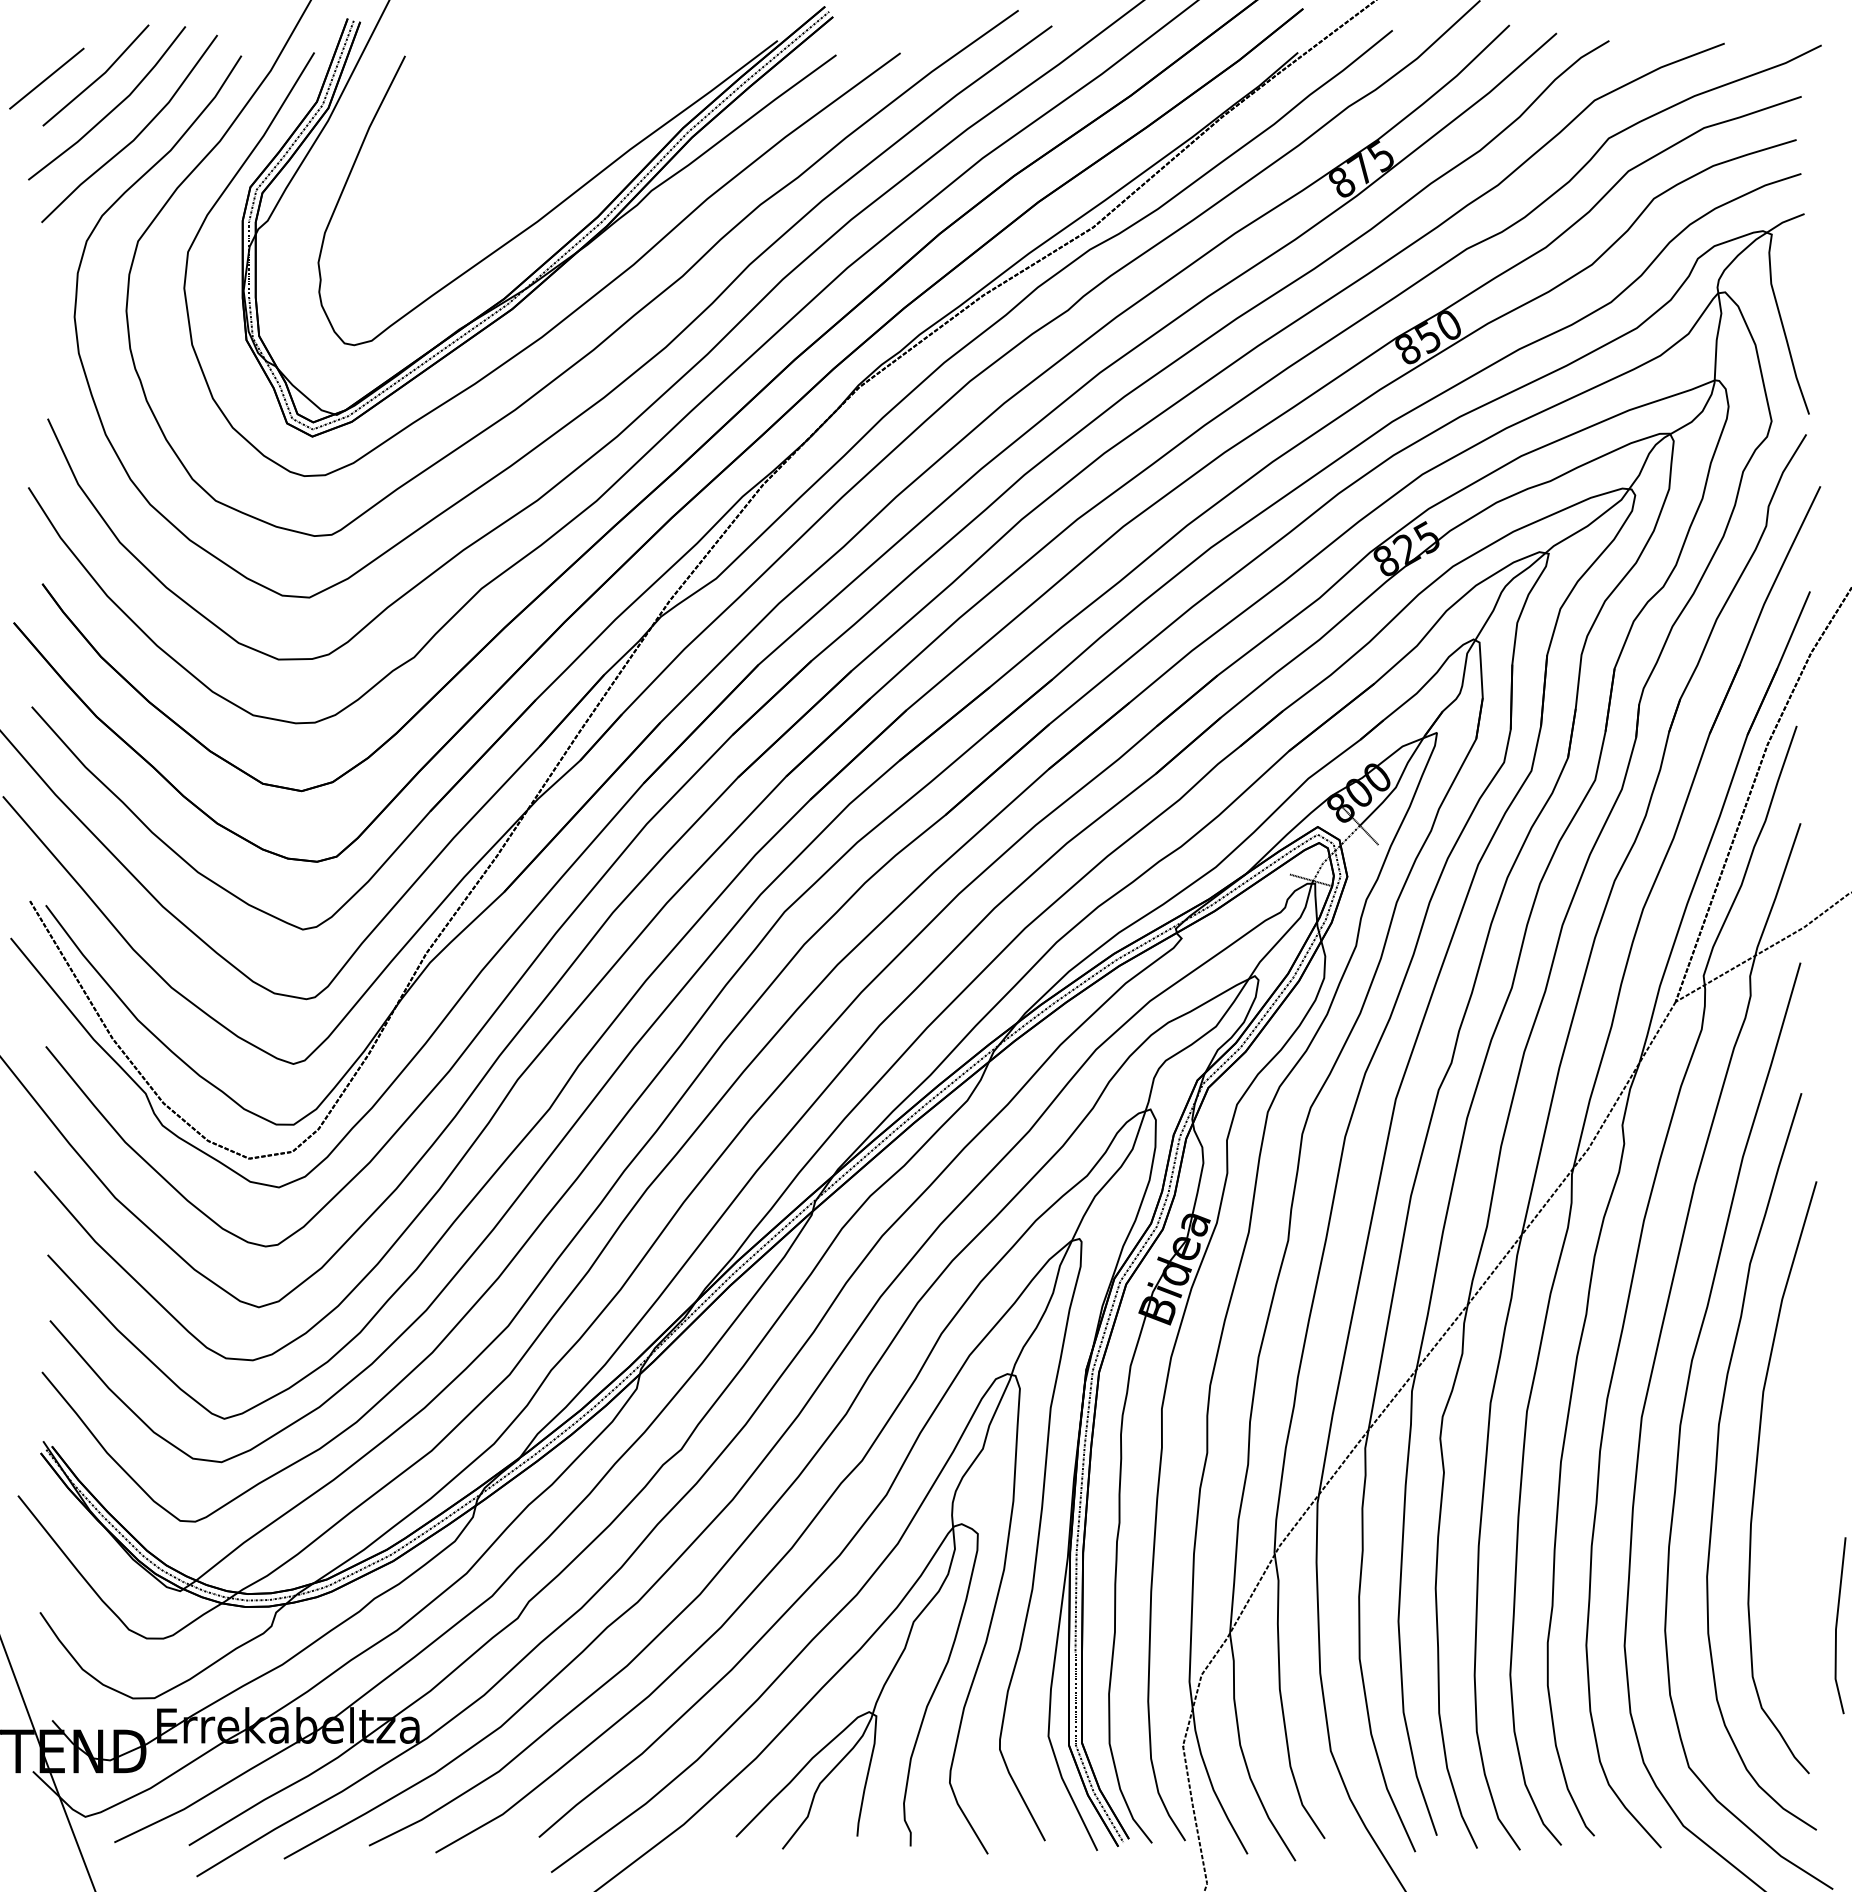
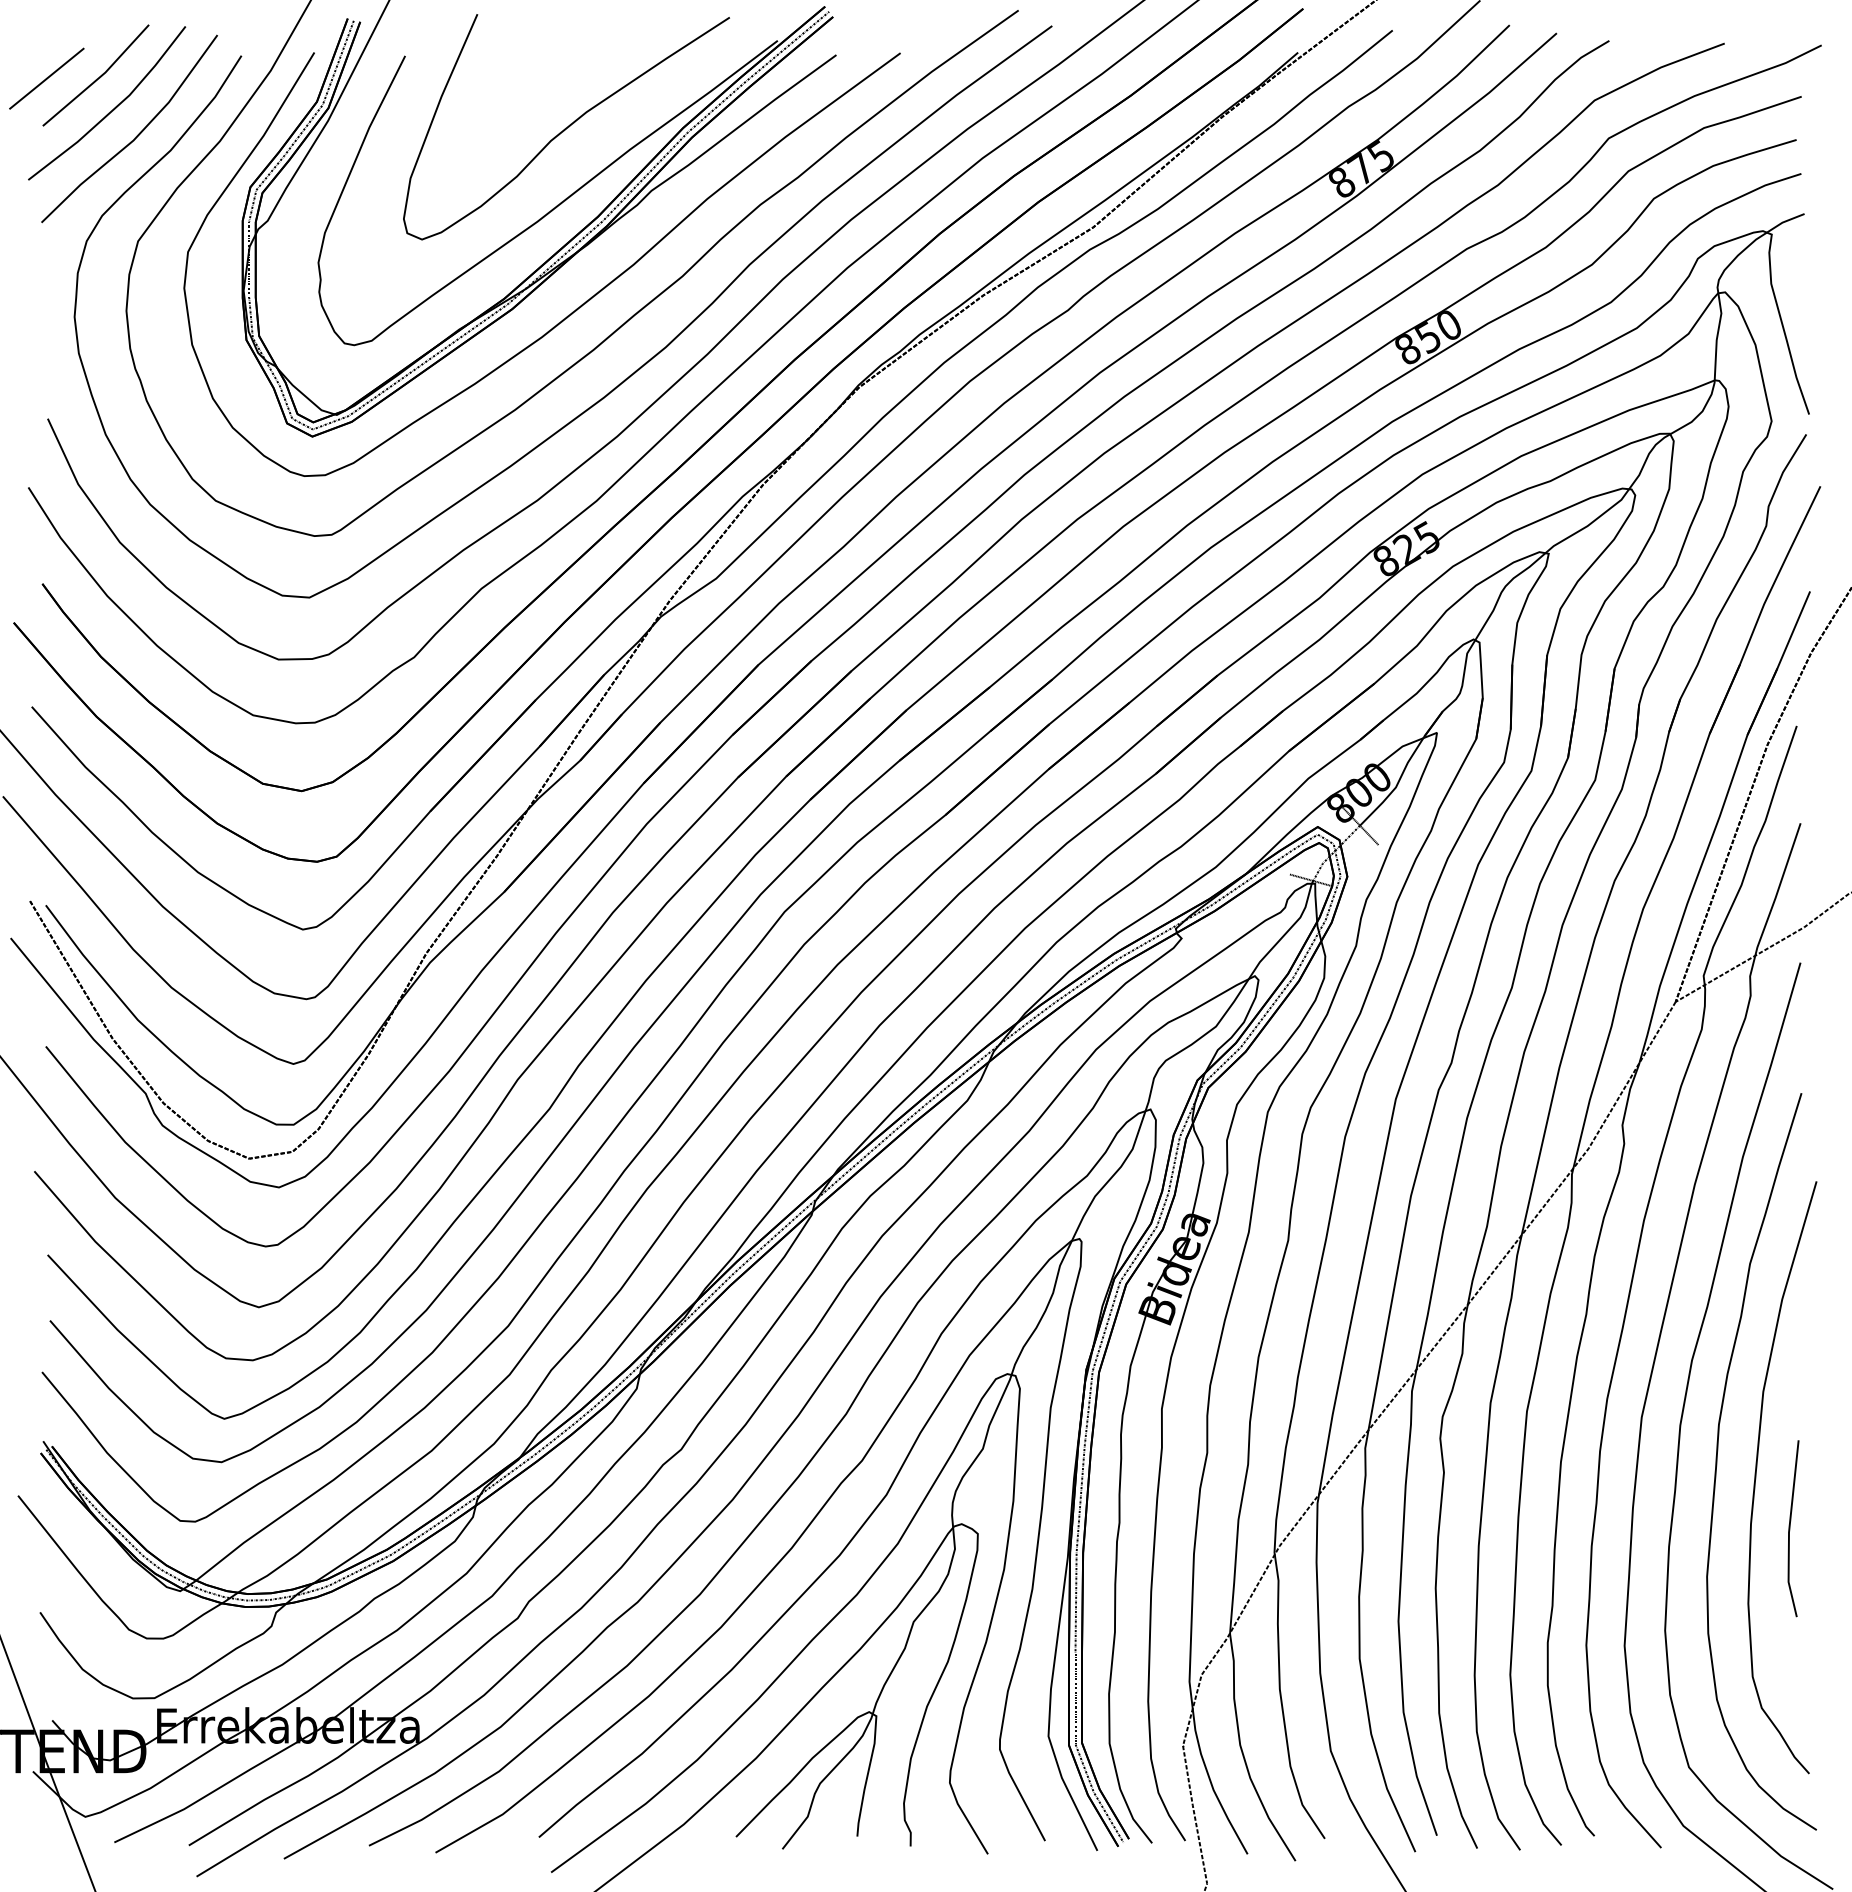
part at (566, 127): none -> present
line at (1837, 1625) position: (1837, 1625) -> (1790, 1528)
